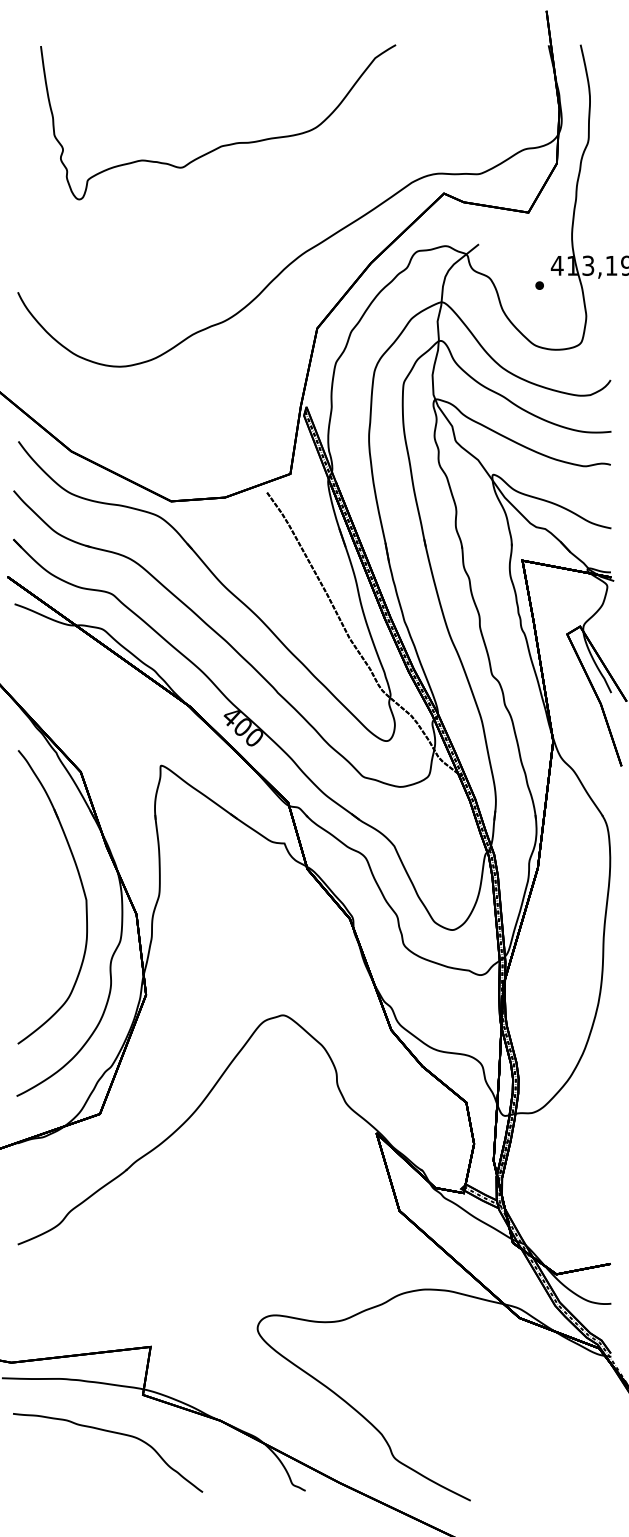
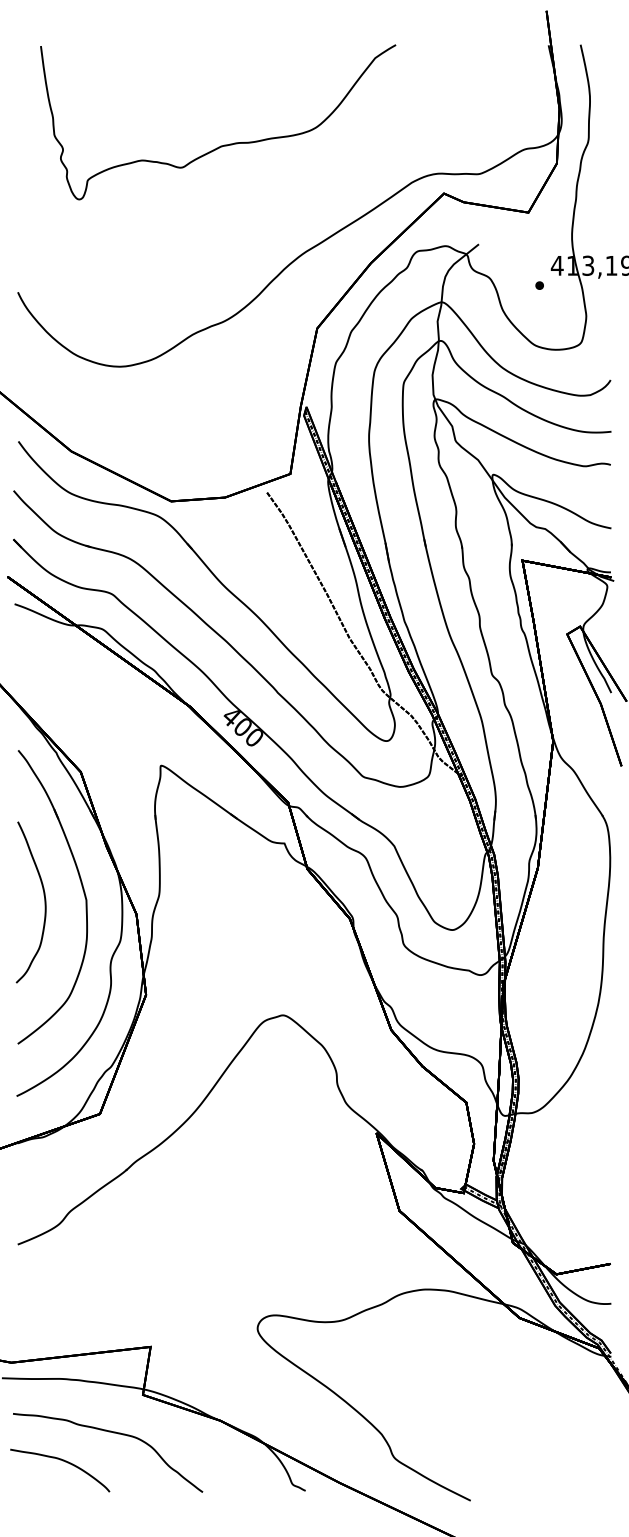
curve at (44, 902): none -> present
curve at (62, 1461): none -> present
